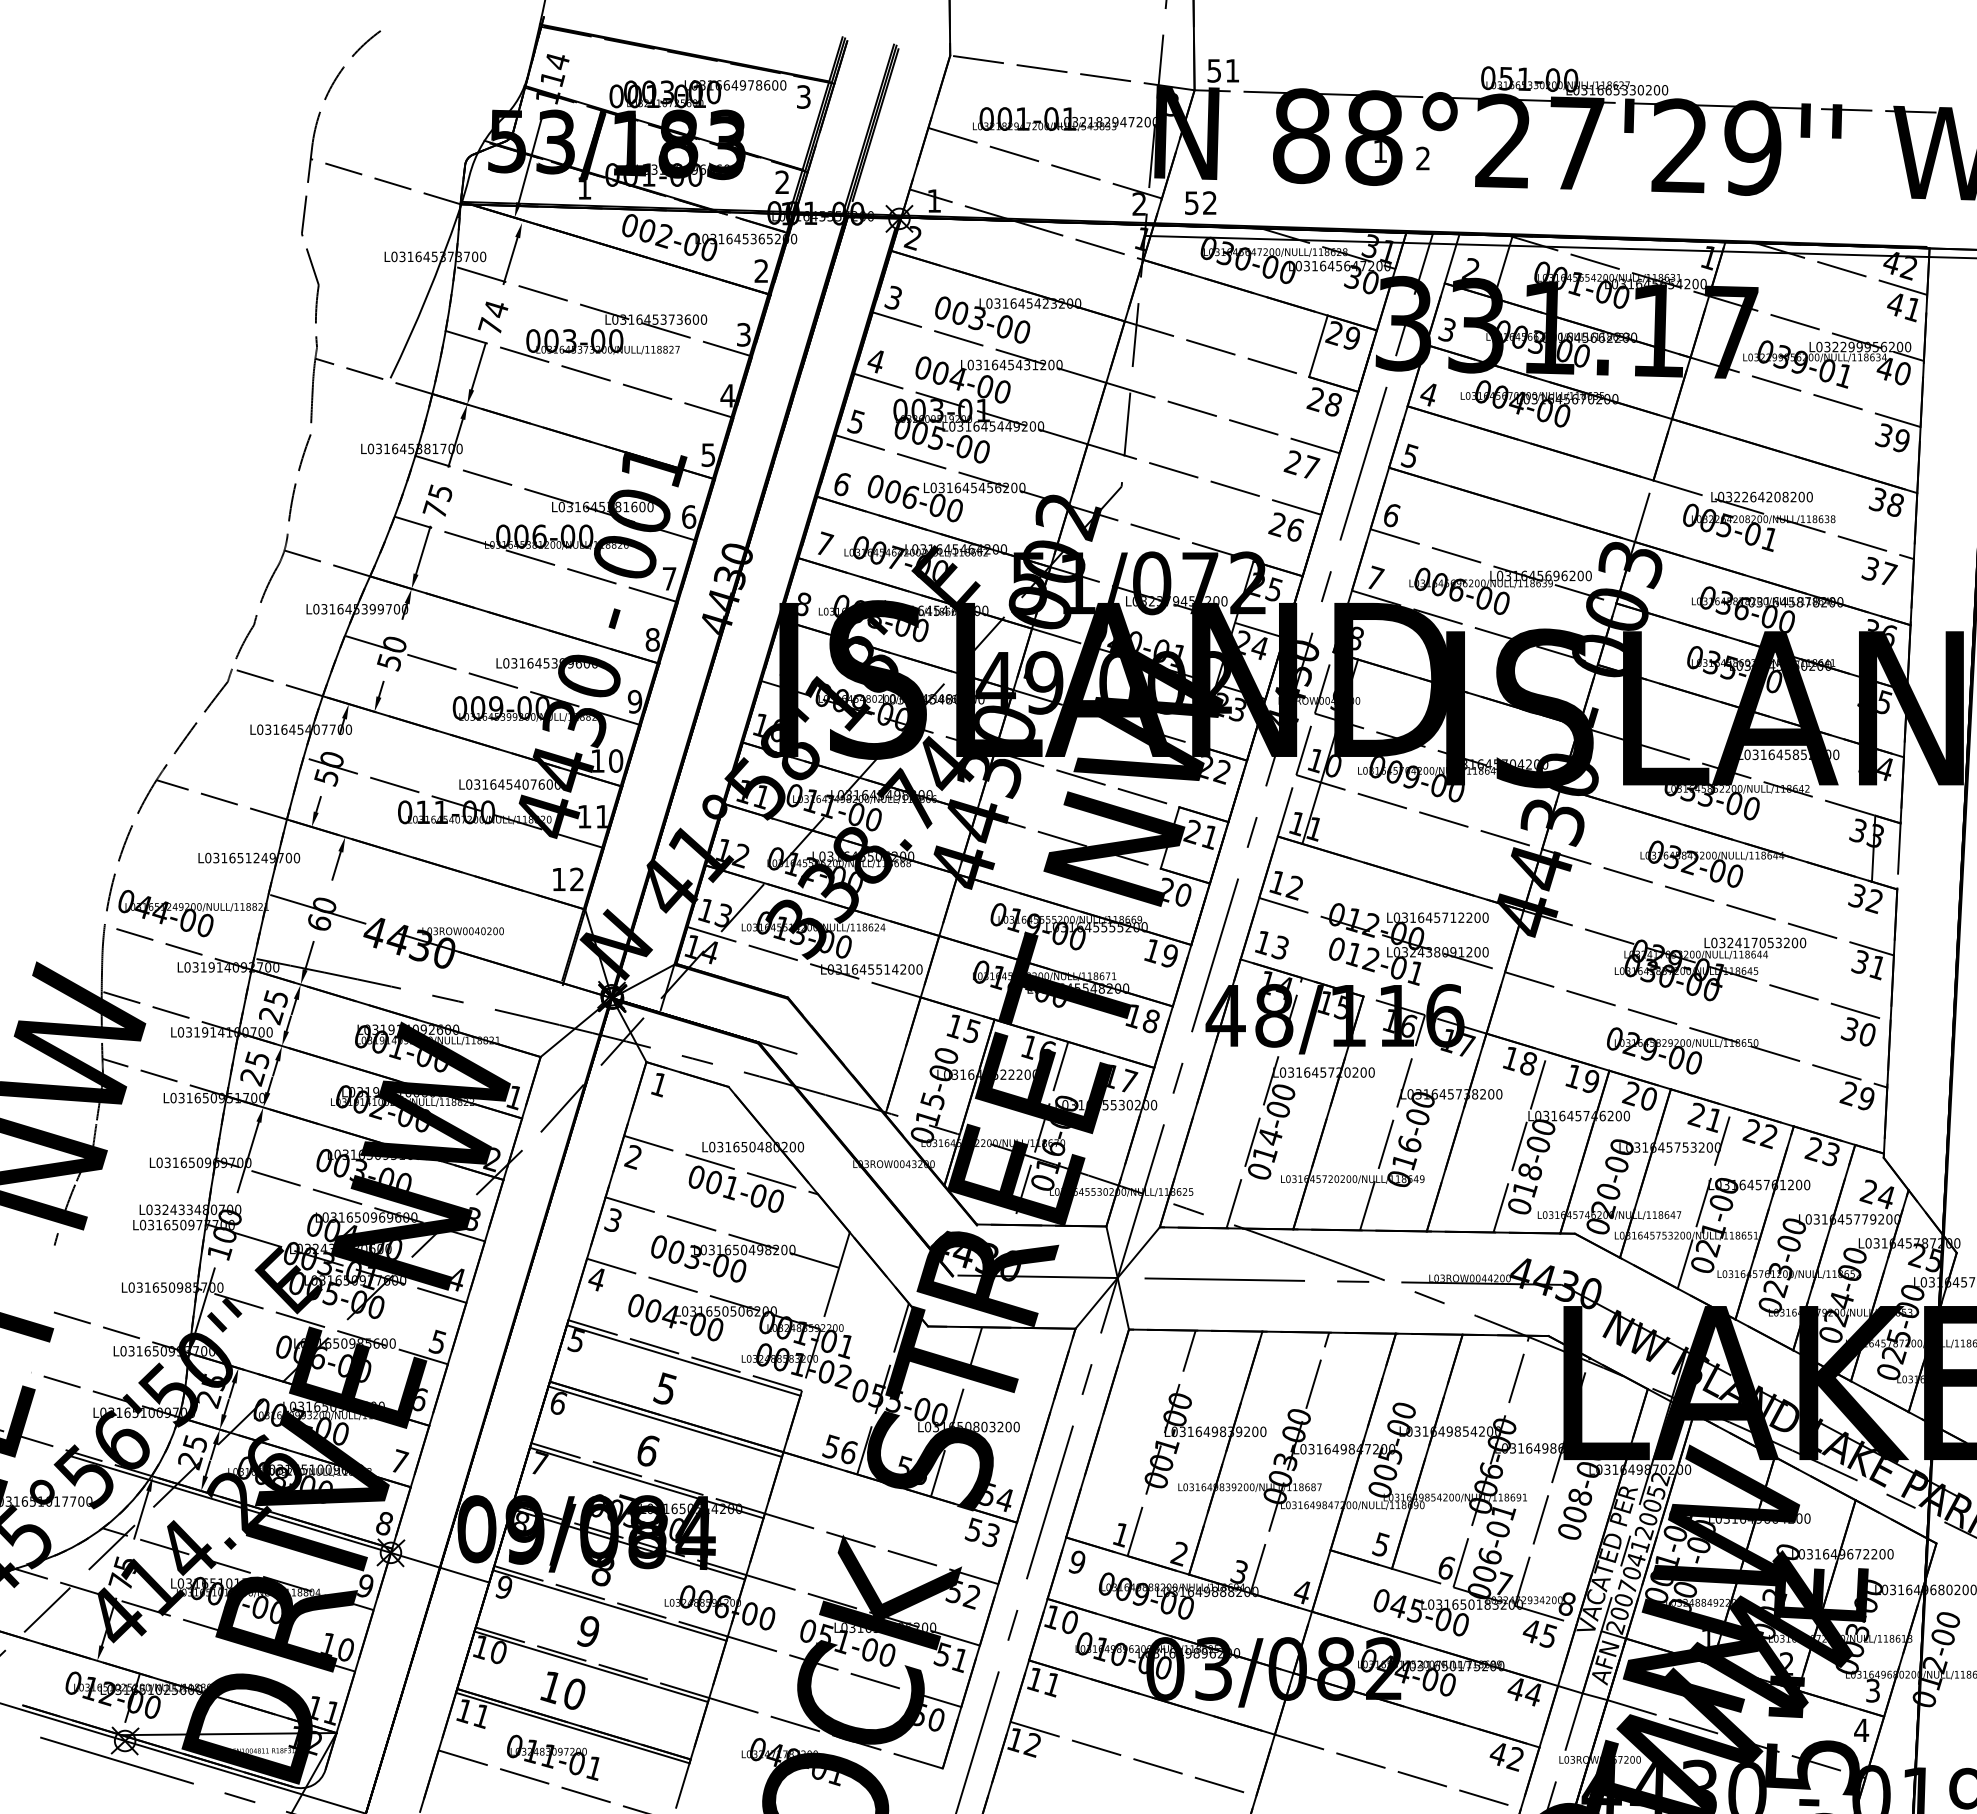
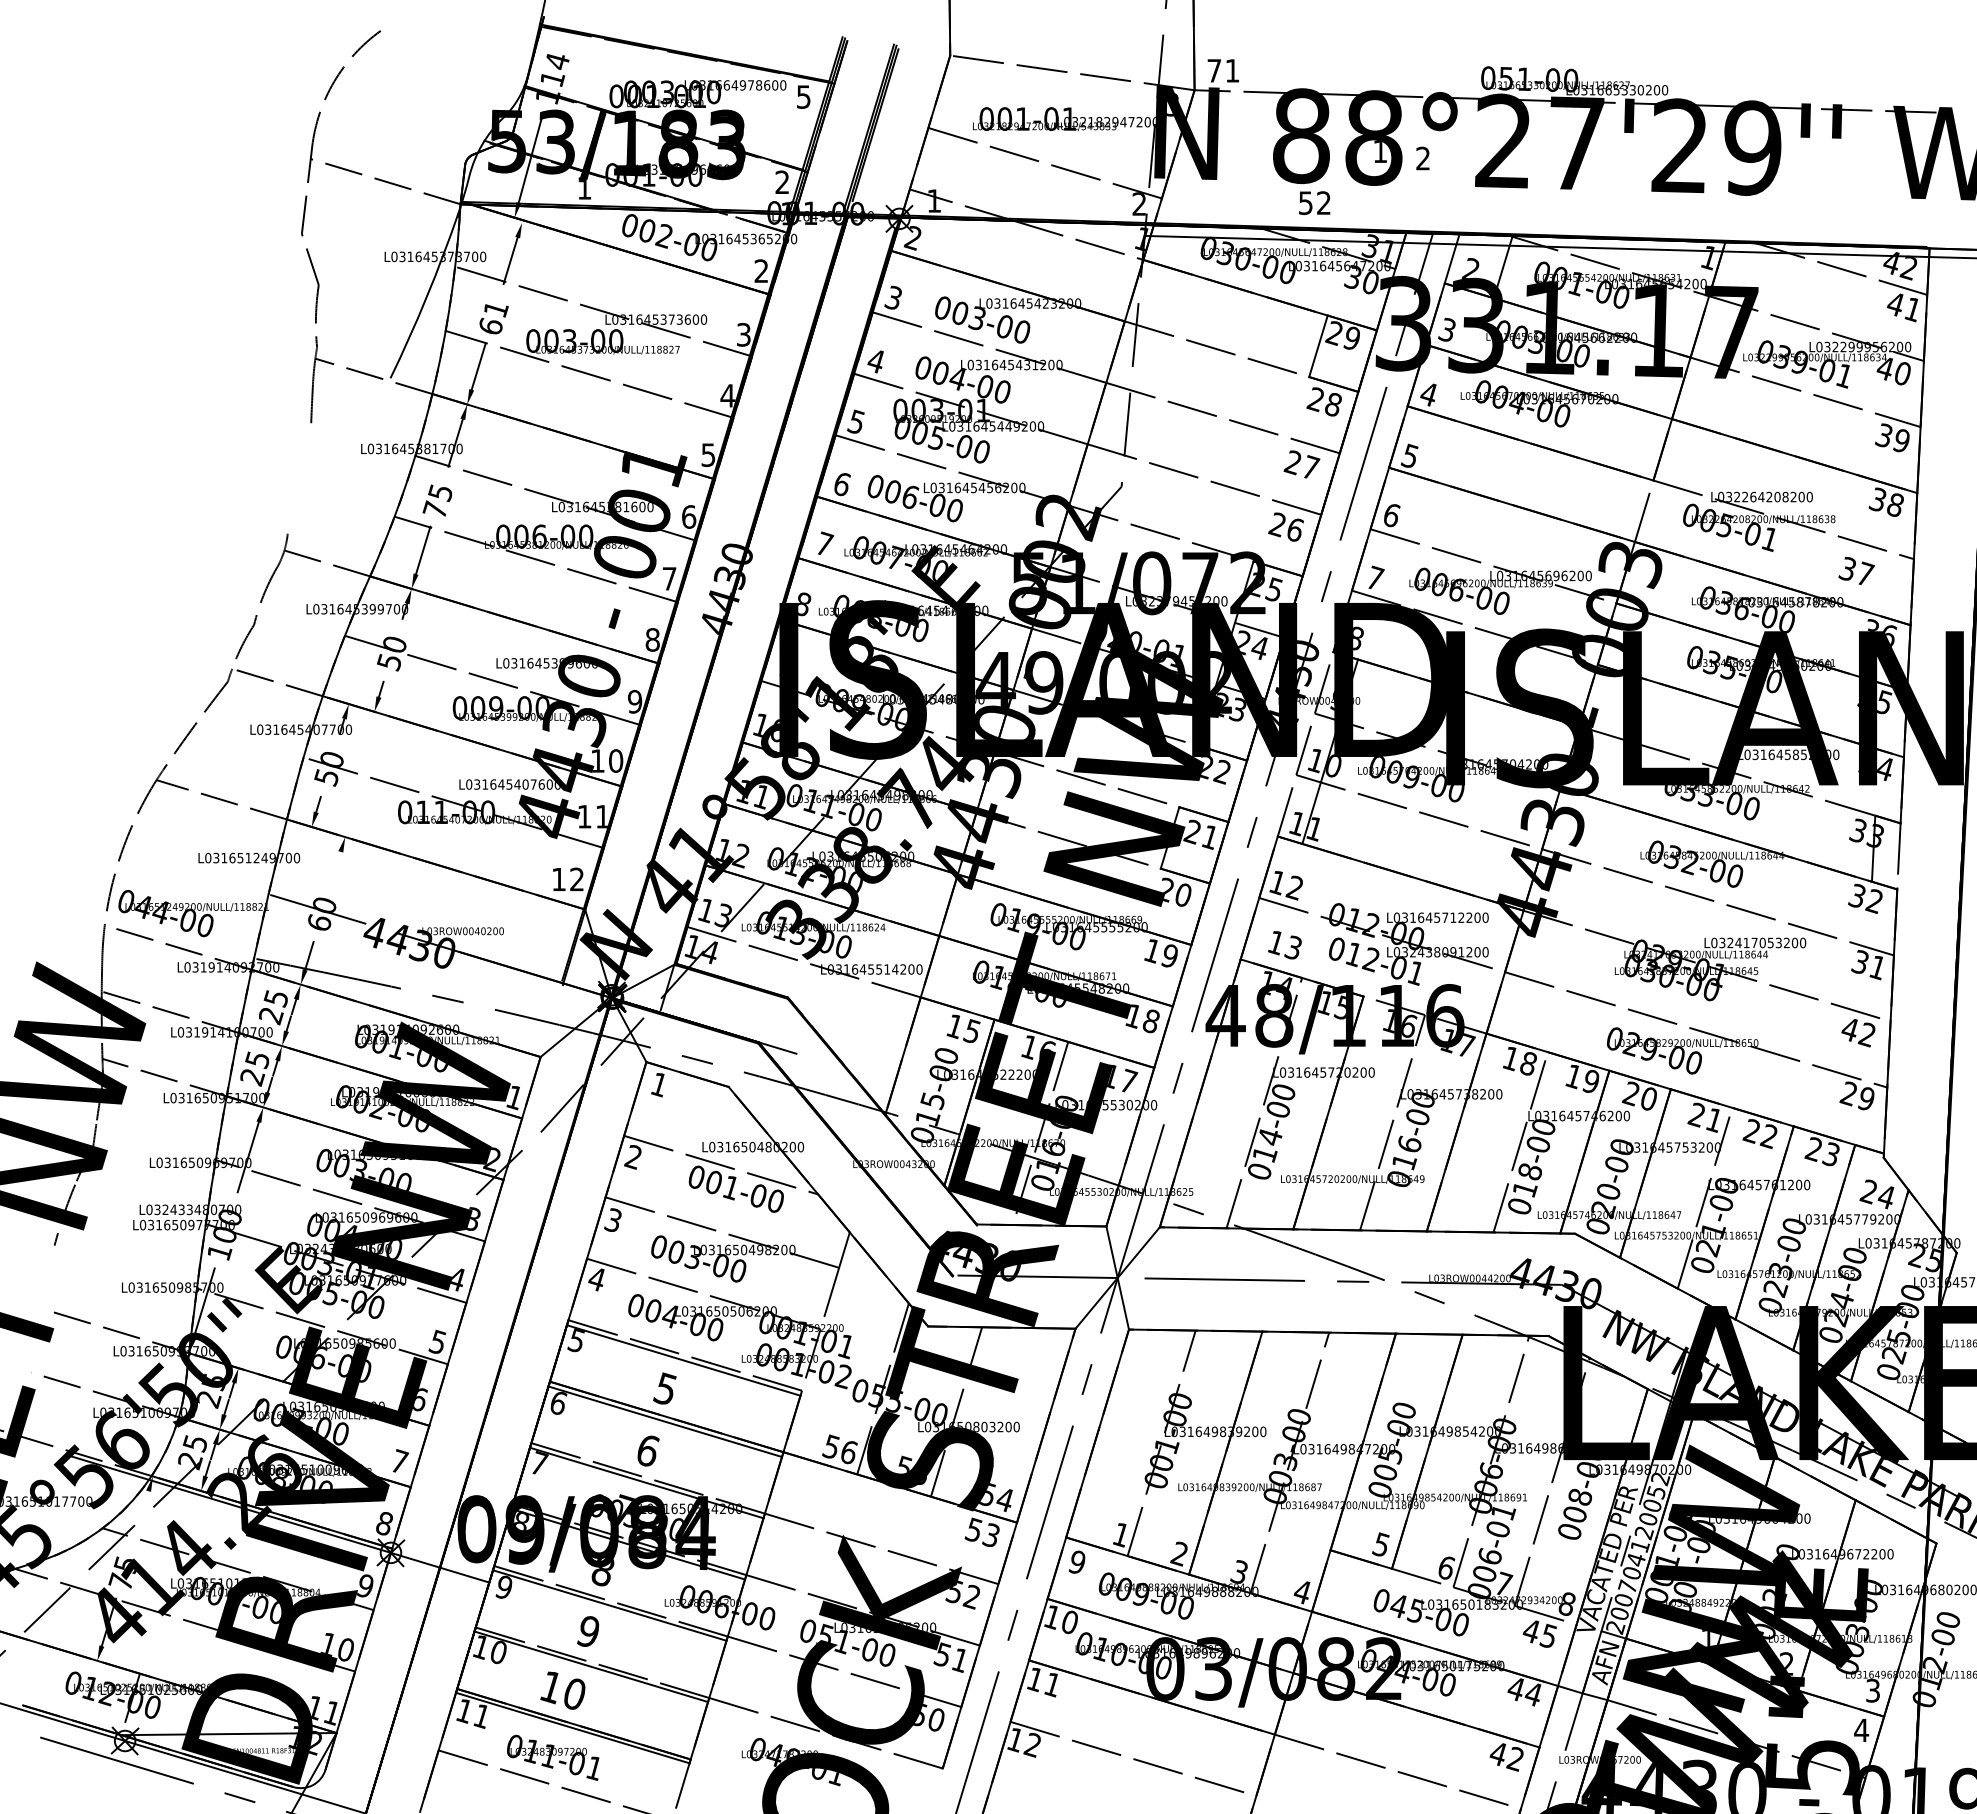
text at (1214, 70): 51 -> 71
text at (803, 96): 3 -> 5
text at (1200, 203) position: (1200, 203) -> (1314, 203)
text at (493, 317): 74 -> 61
arc at (299, 471): present -> none
text at (1879, 570) position: (1879, 570) -> (1856, 570)
line at (336, 865): present -> none
text at (1271, 945) position: (1271, 945) -> (1284, 945)
text at (1857, 1032): 30 -> 42
line at (141, 1514): present -> none
